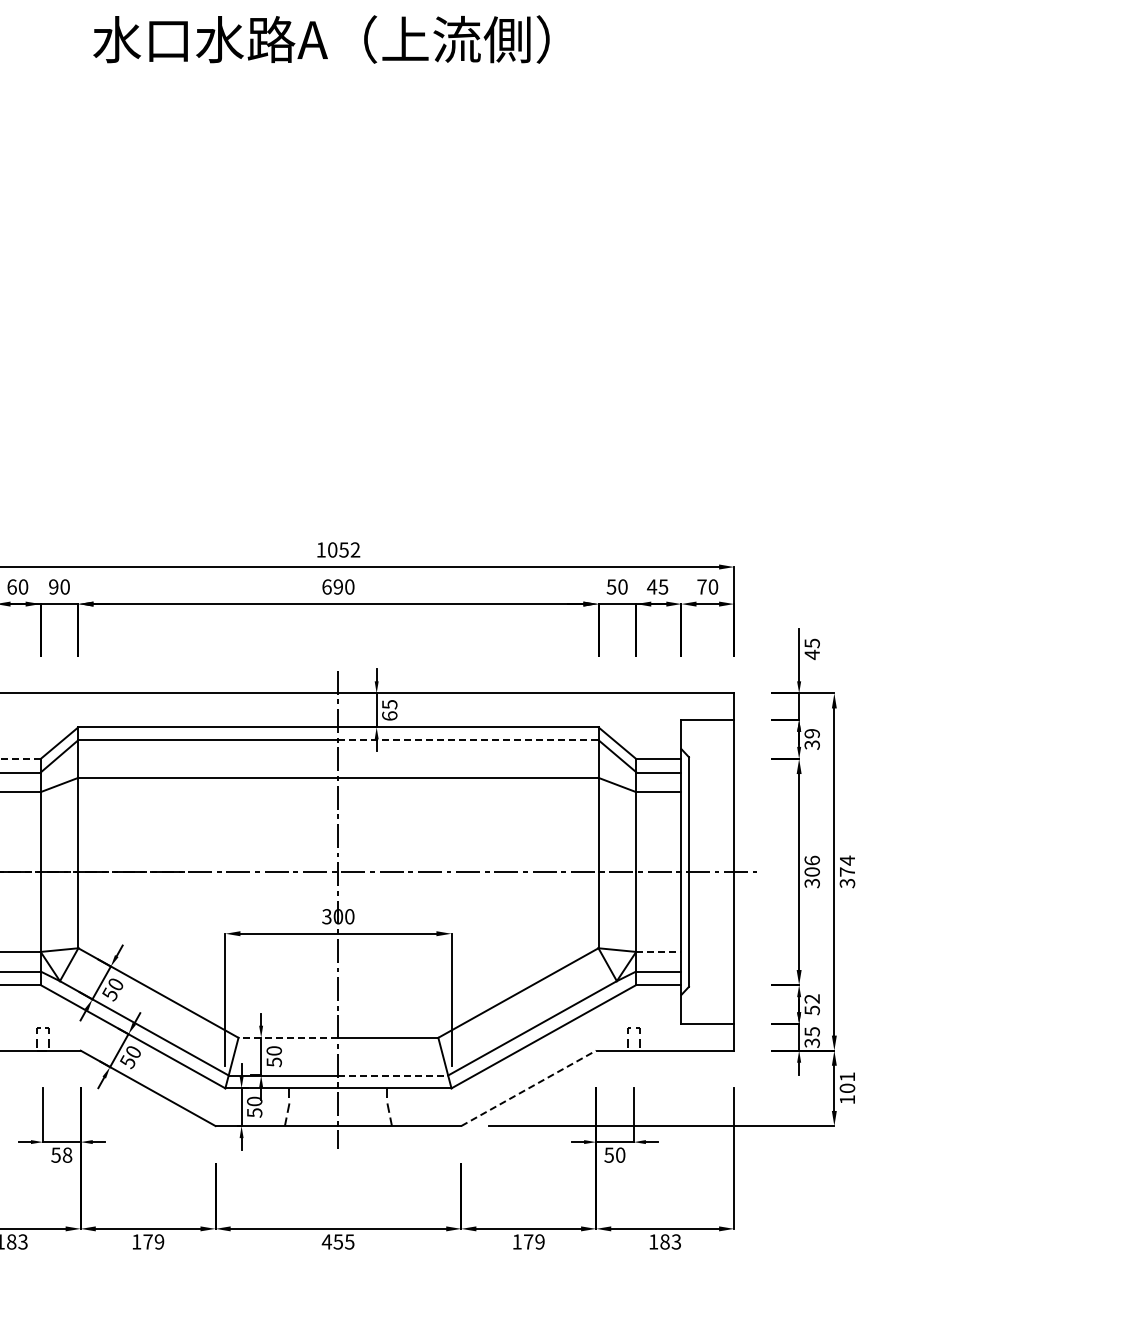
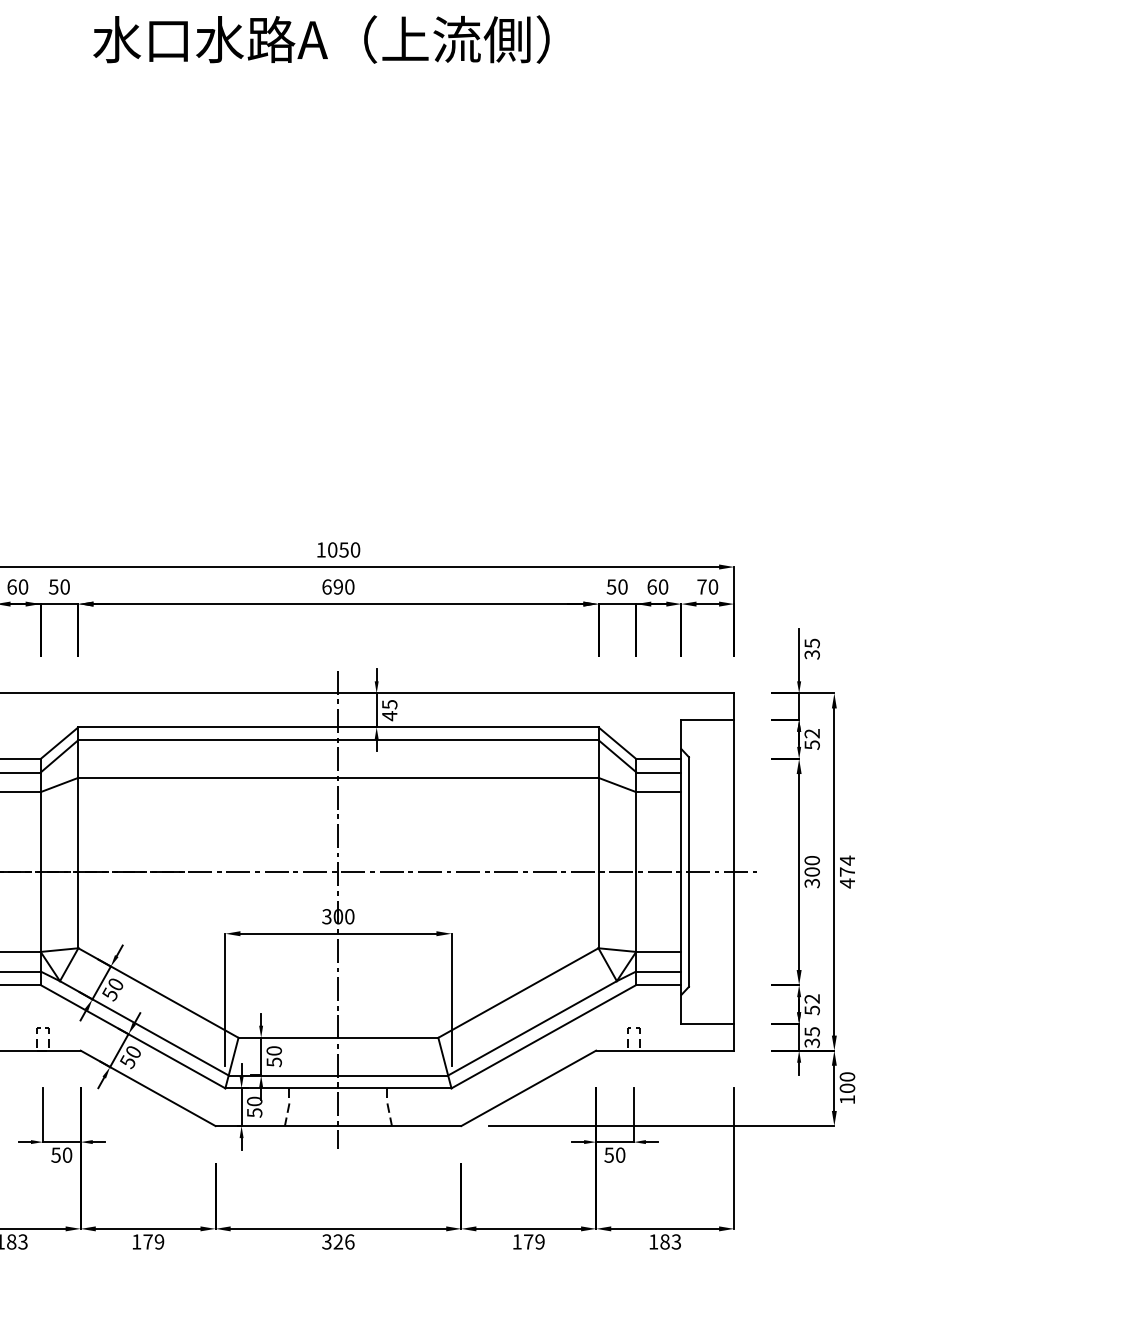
text at (355, 549): 1052 -> 1050
text at (53, 586): 90 -> 50
text at (657, 586): 45 -> 60
text at (811, 654): 45 -> 35
text at (389, 716): 65 -> 45
text at (811, 739): 39 -> 52
line at (468, 740): dashed -> solid
line at (20, 758): dashed -> solid
text at (811, 860): 306 -> 300
text at (847, 883): 374 -> 474
line at (658, 951): dashed -> solid
line at (288, 1037): dashed -> solid
line at (393, 1075): dashed -> solid
text at (847, 1076): 101 -> 100
line at (529, 1088): dashed -> solid
text at (67, 1155): 58 -> 50
text at (337, 1241): 455 -> 326
